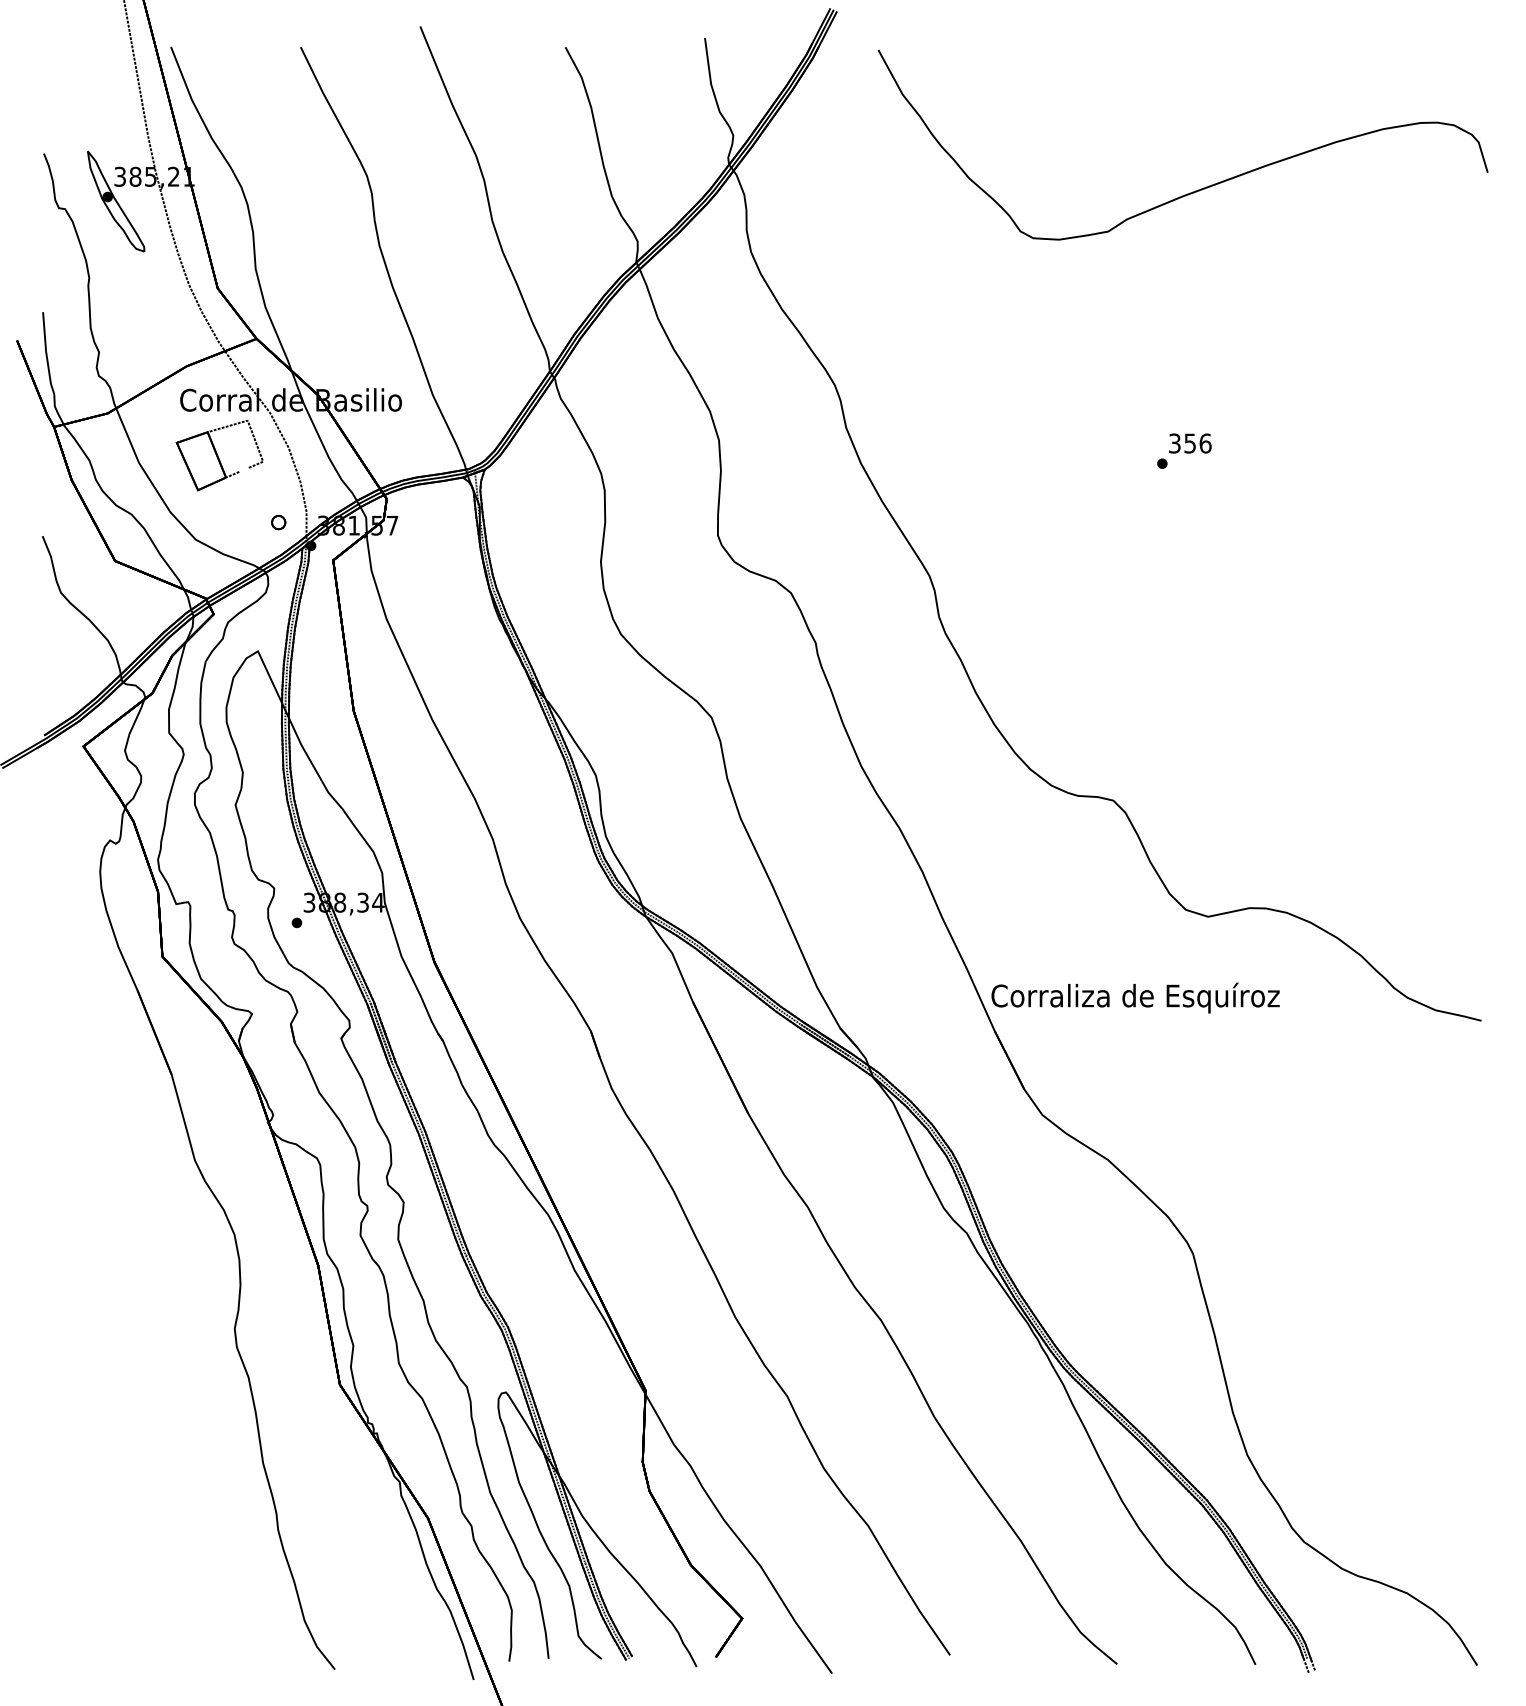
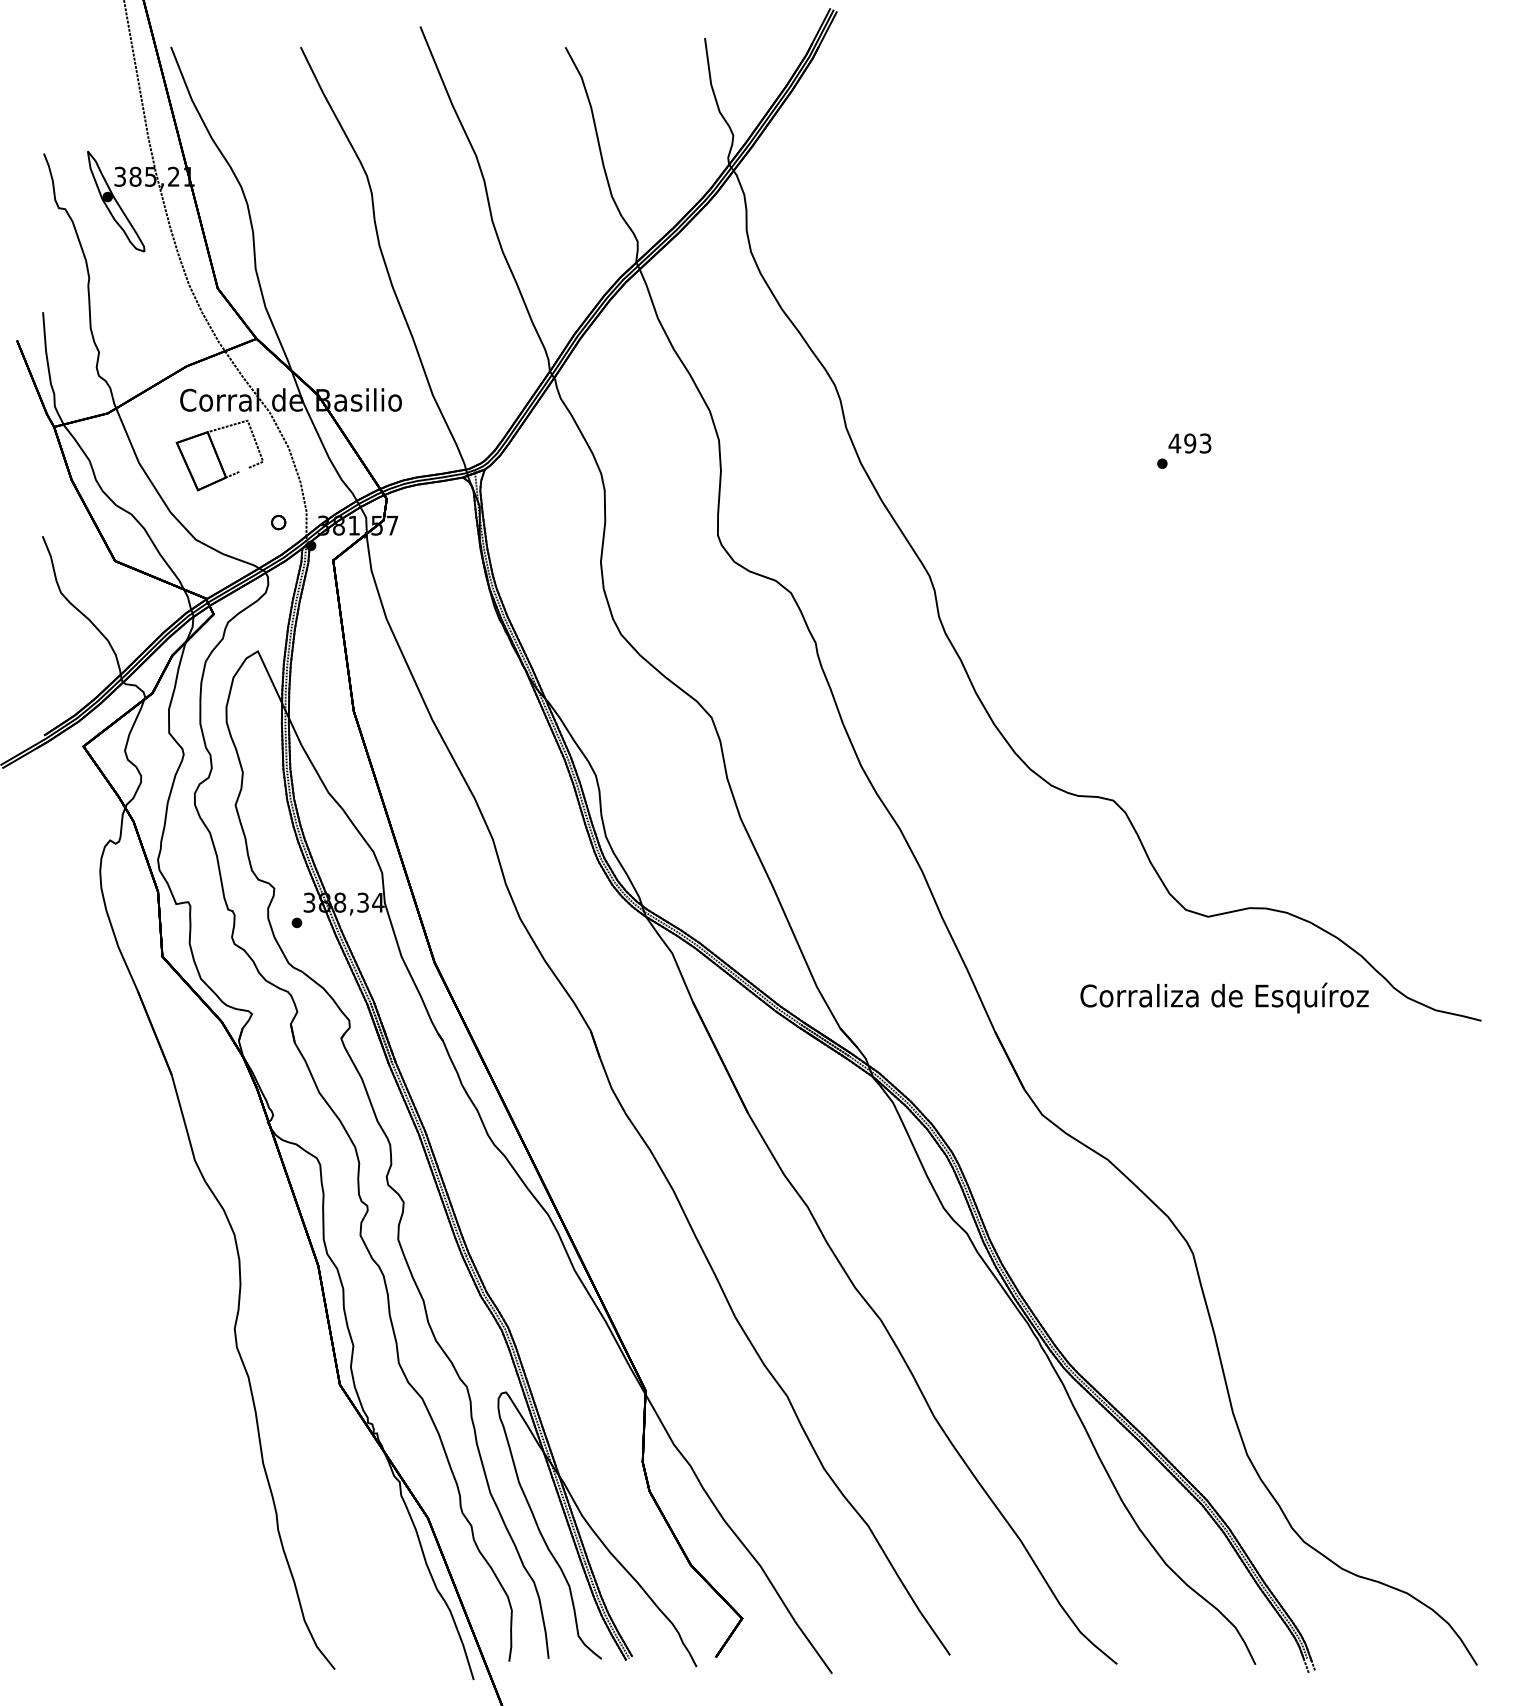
curve at (1200, 188): present -> none
text at (1189, 443): 356 -> 493
text at (1135, 997) position: (1135, 997) -> (1224, 997)
